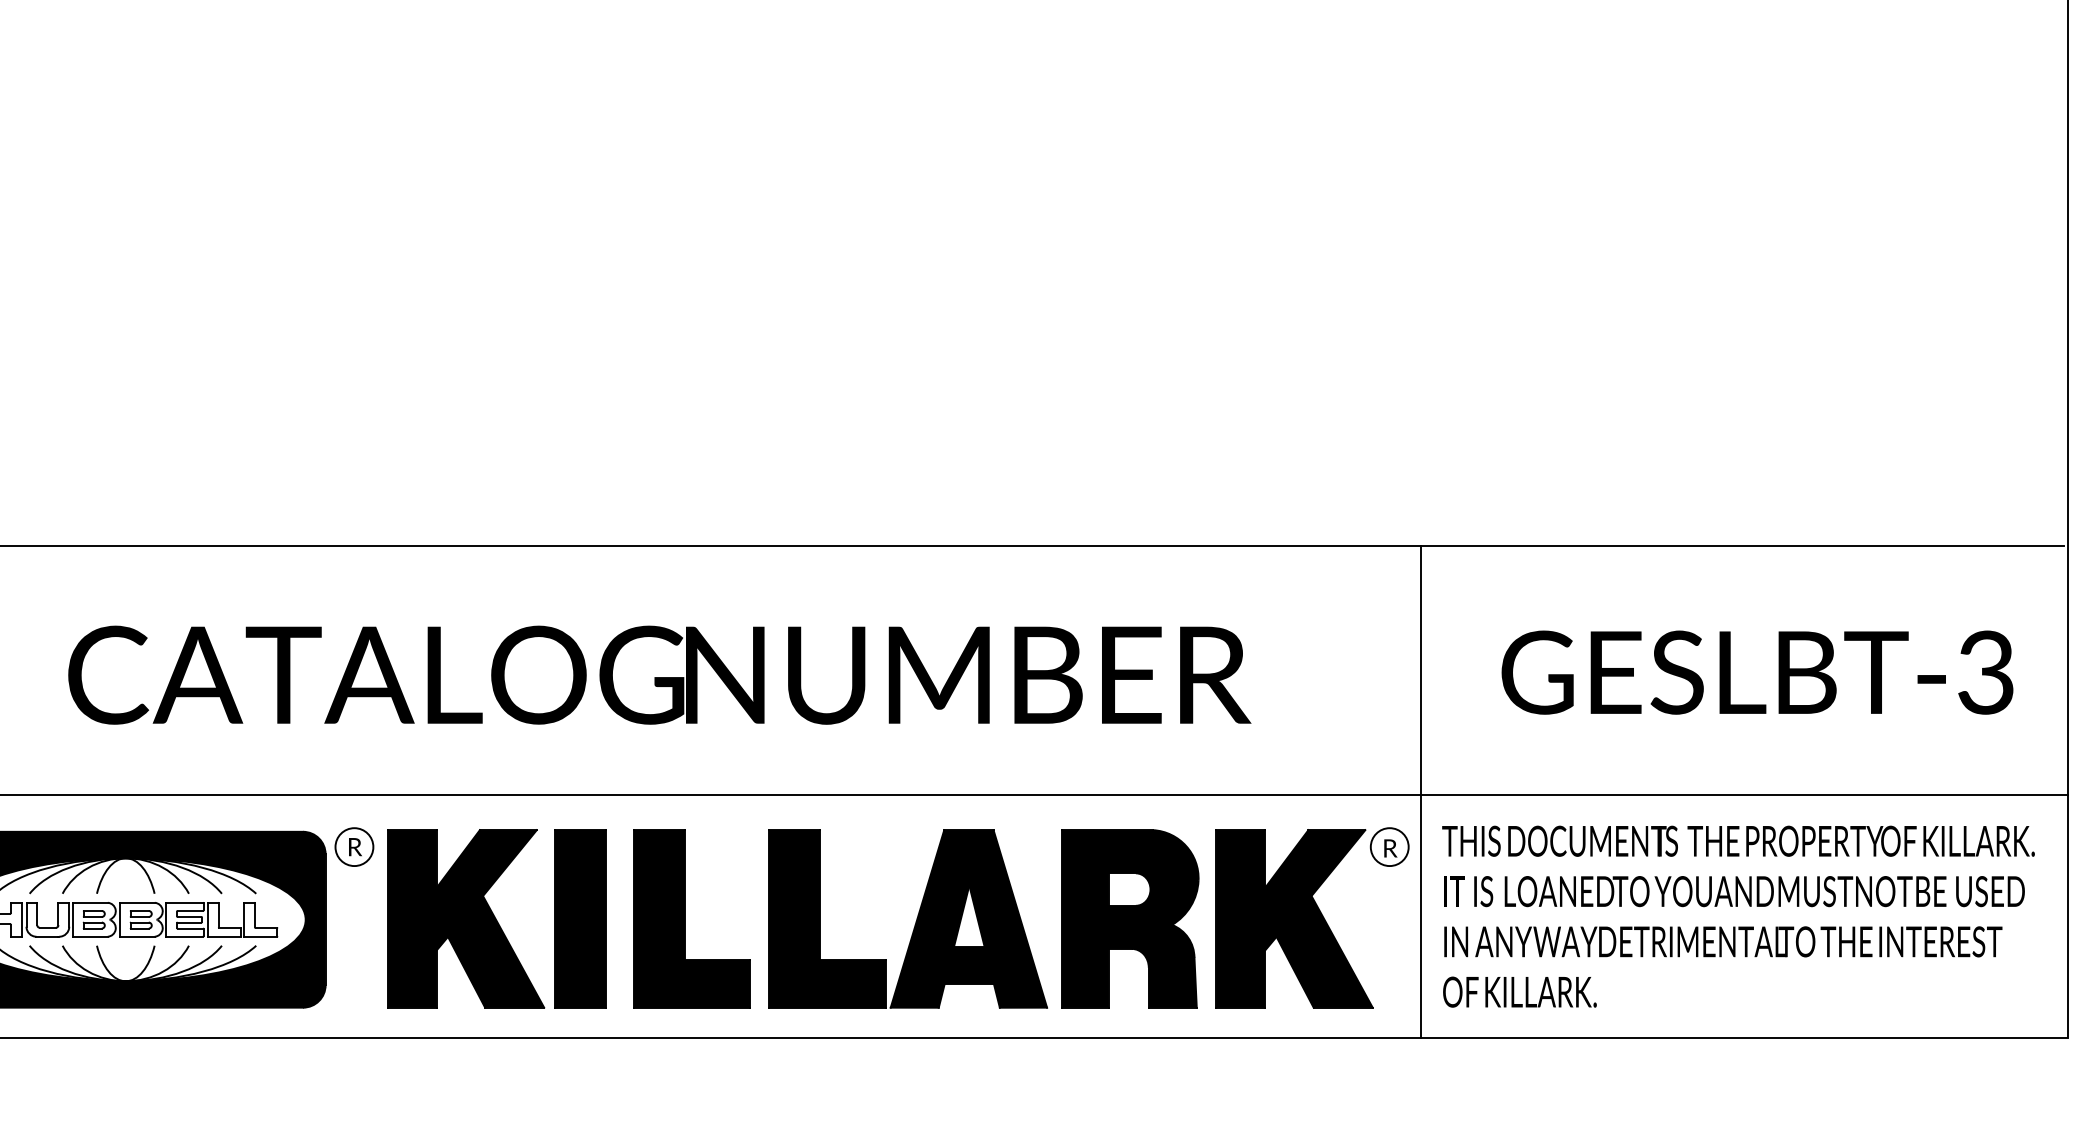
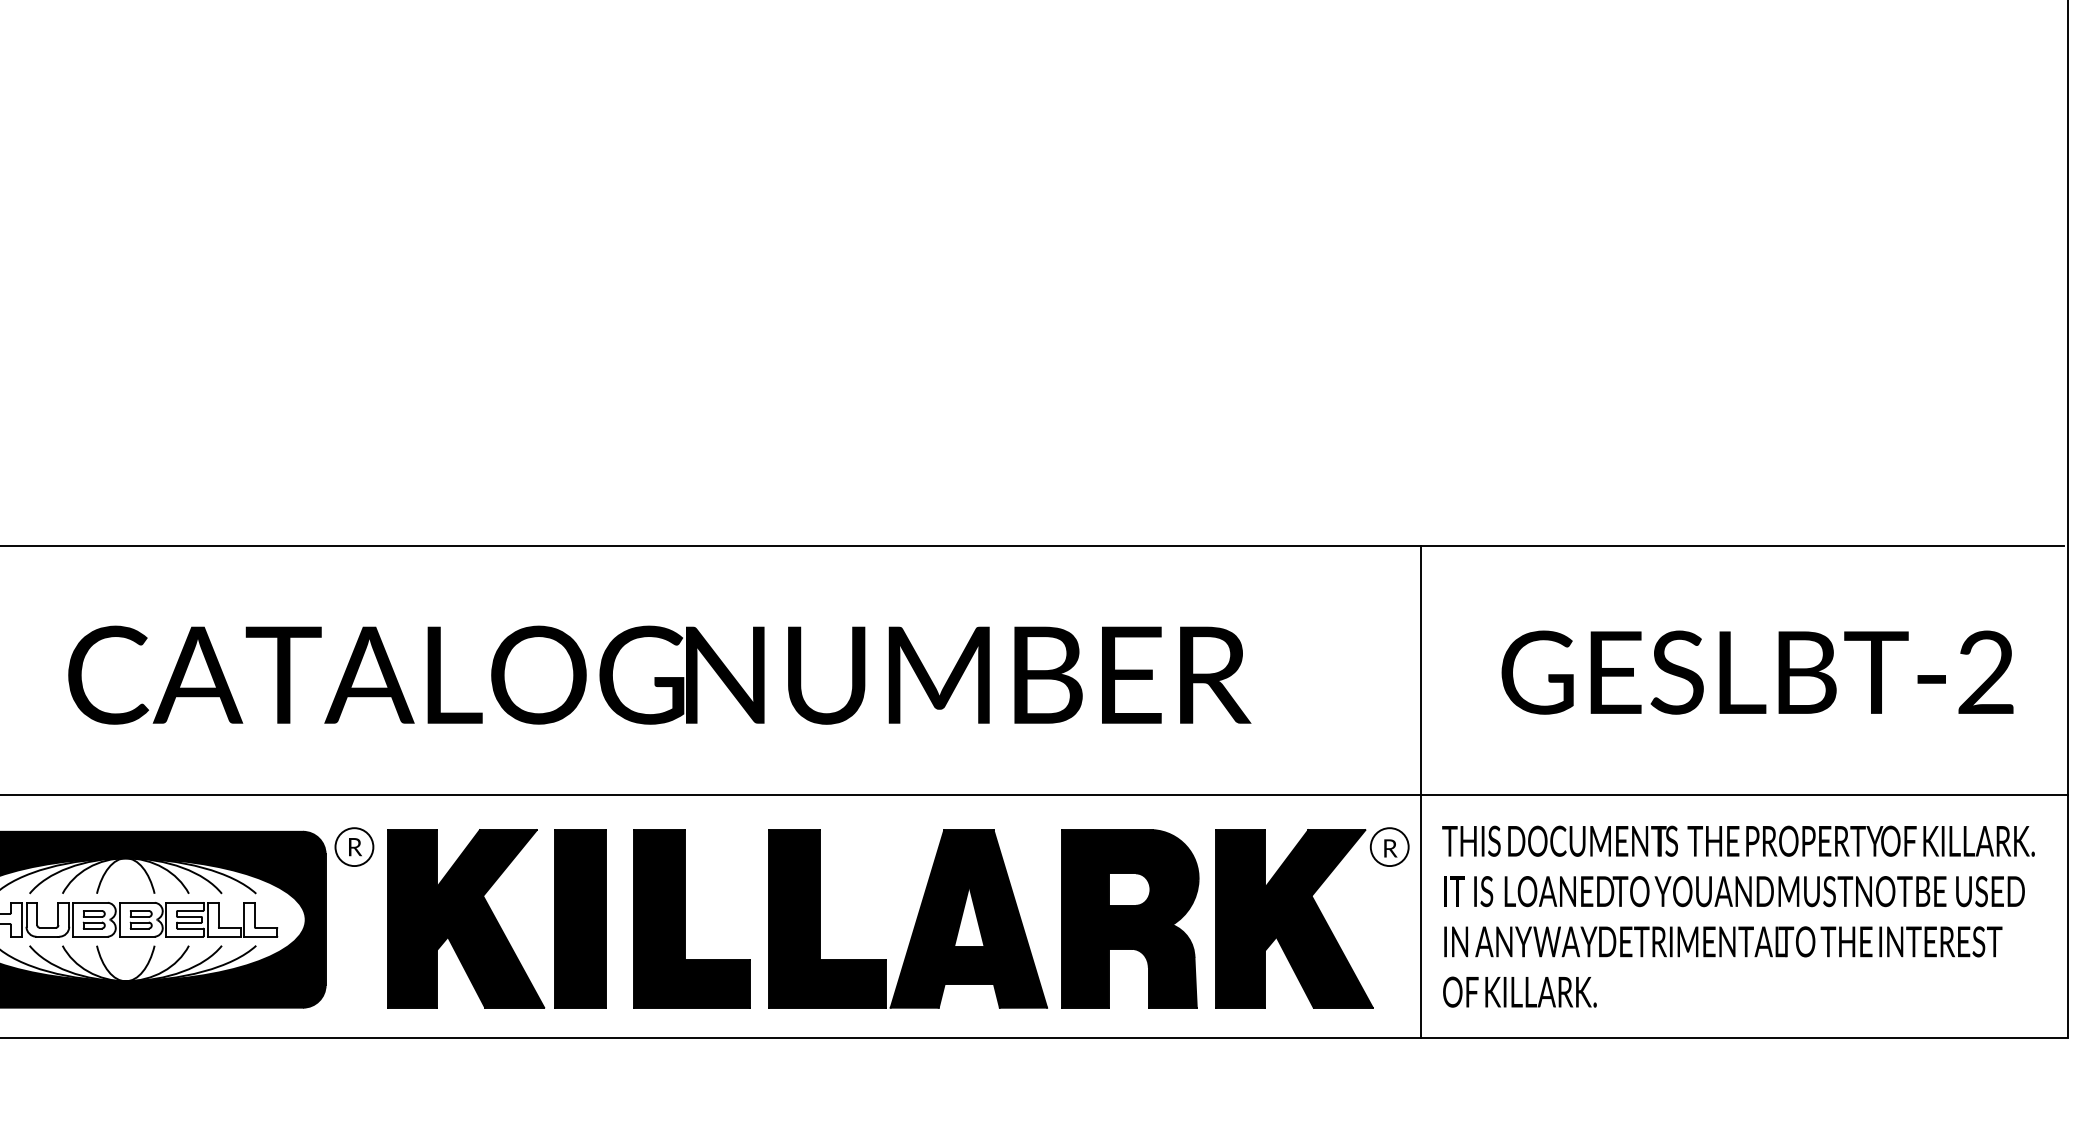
text at (1985, 672): GESLBT-3 -> GESLBT-2
